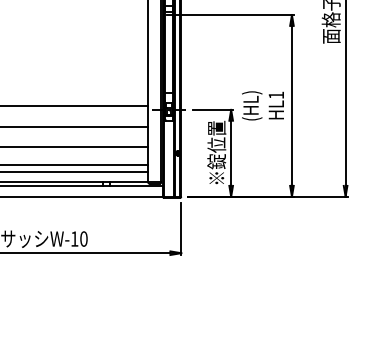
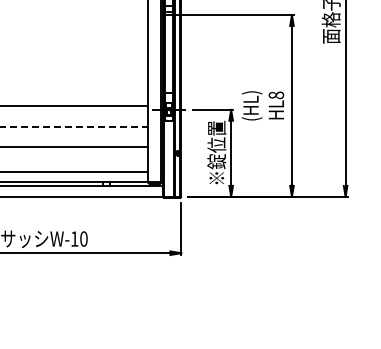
text at (276, 95): HL1 -> HL8
line at (74, 126): solid -> dashed
line at (75, 164): present -> none
